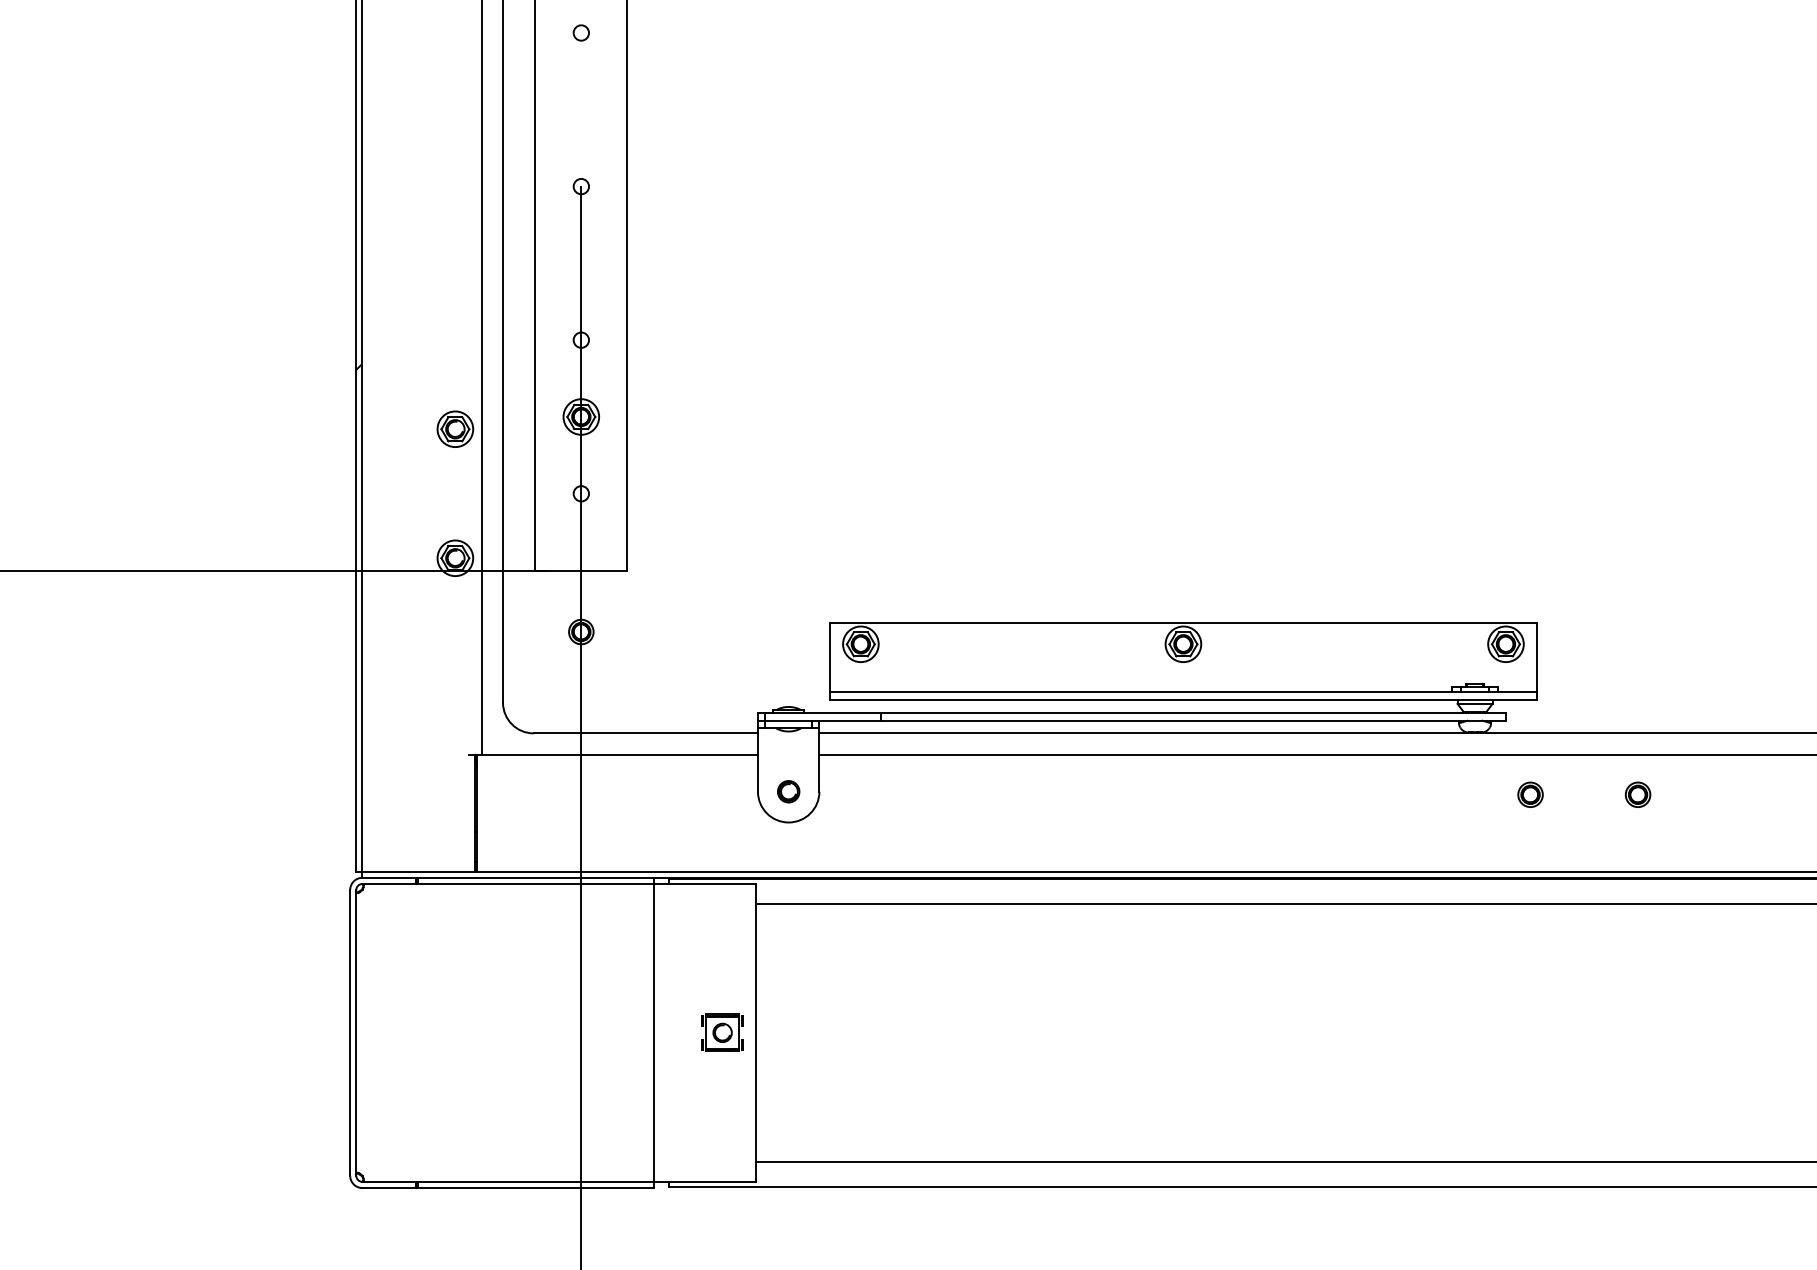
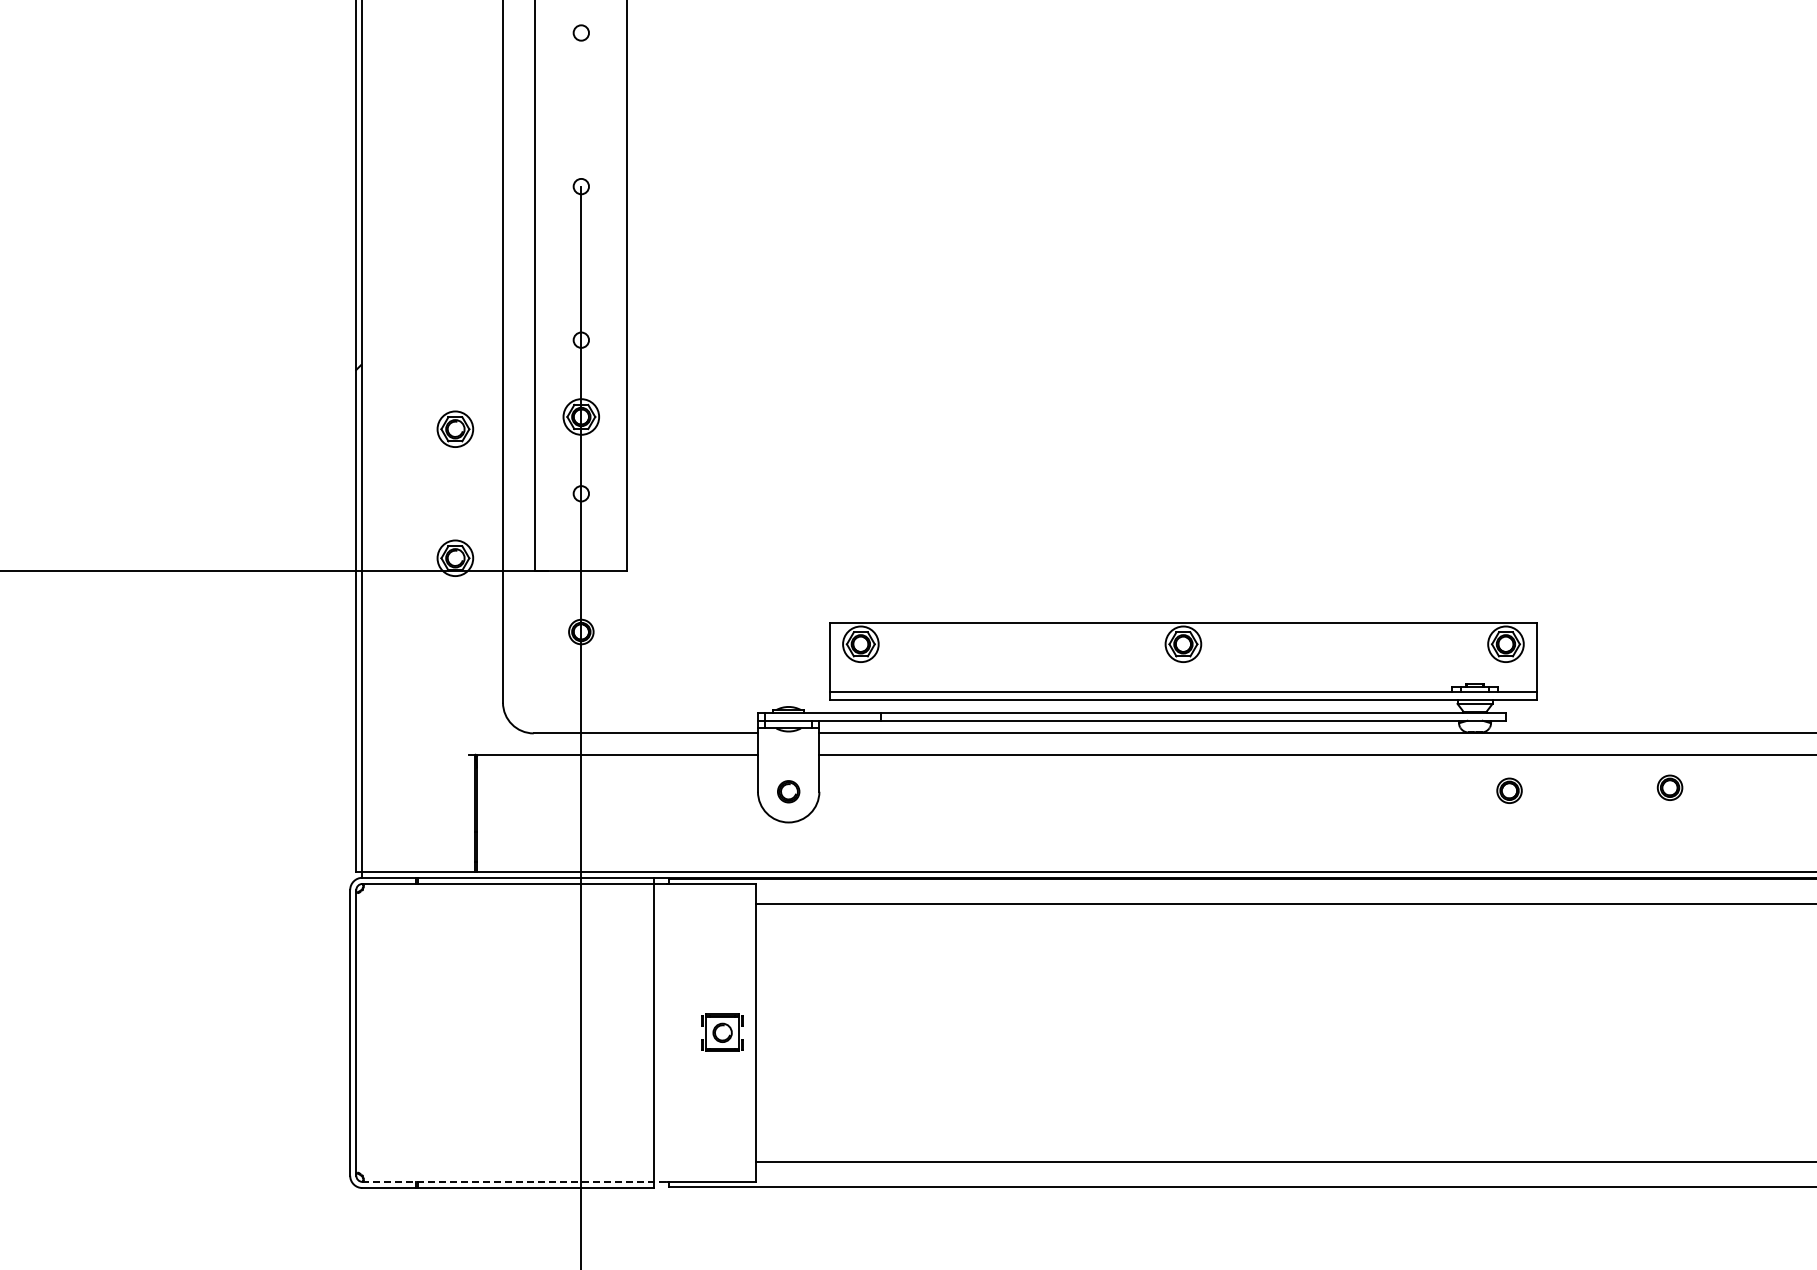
line at (481, 378): present -> none
part at (1530, 794) position: (1530, 794) -> (1509, 790)
part at (1637, 794) position: (1637, 794) -> (1669, 787)
line at (515, 1181): solid -> dashed
